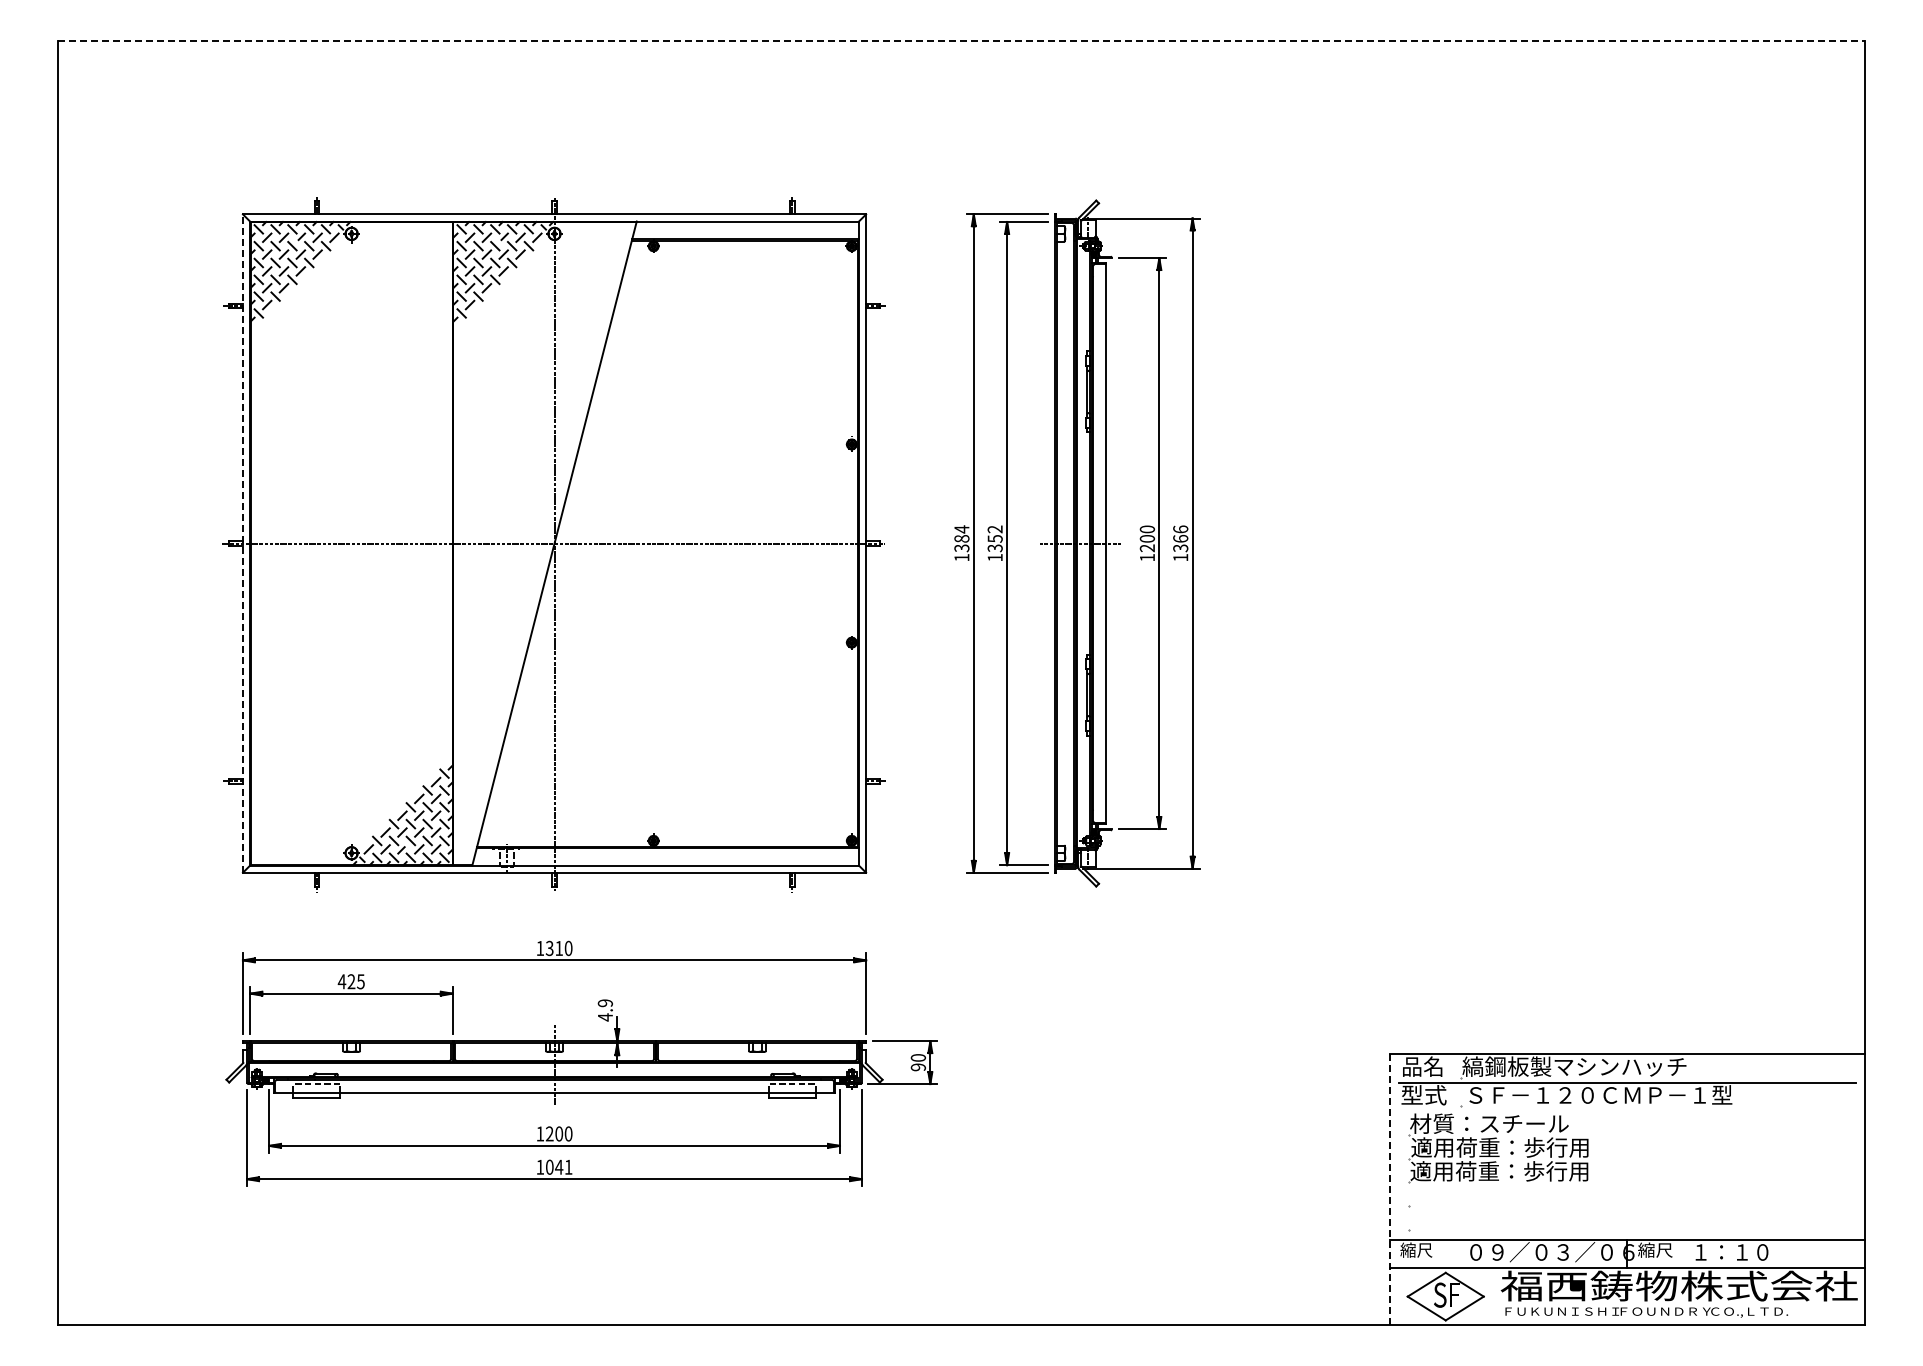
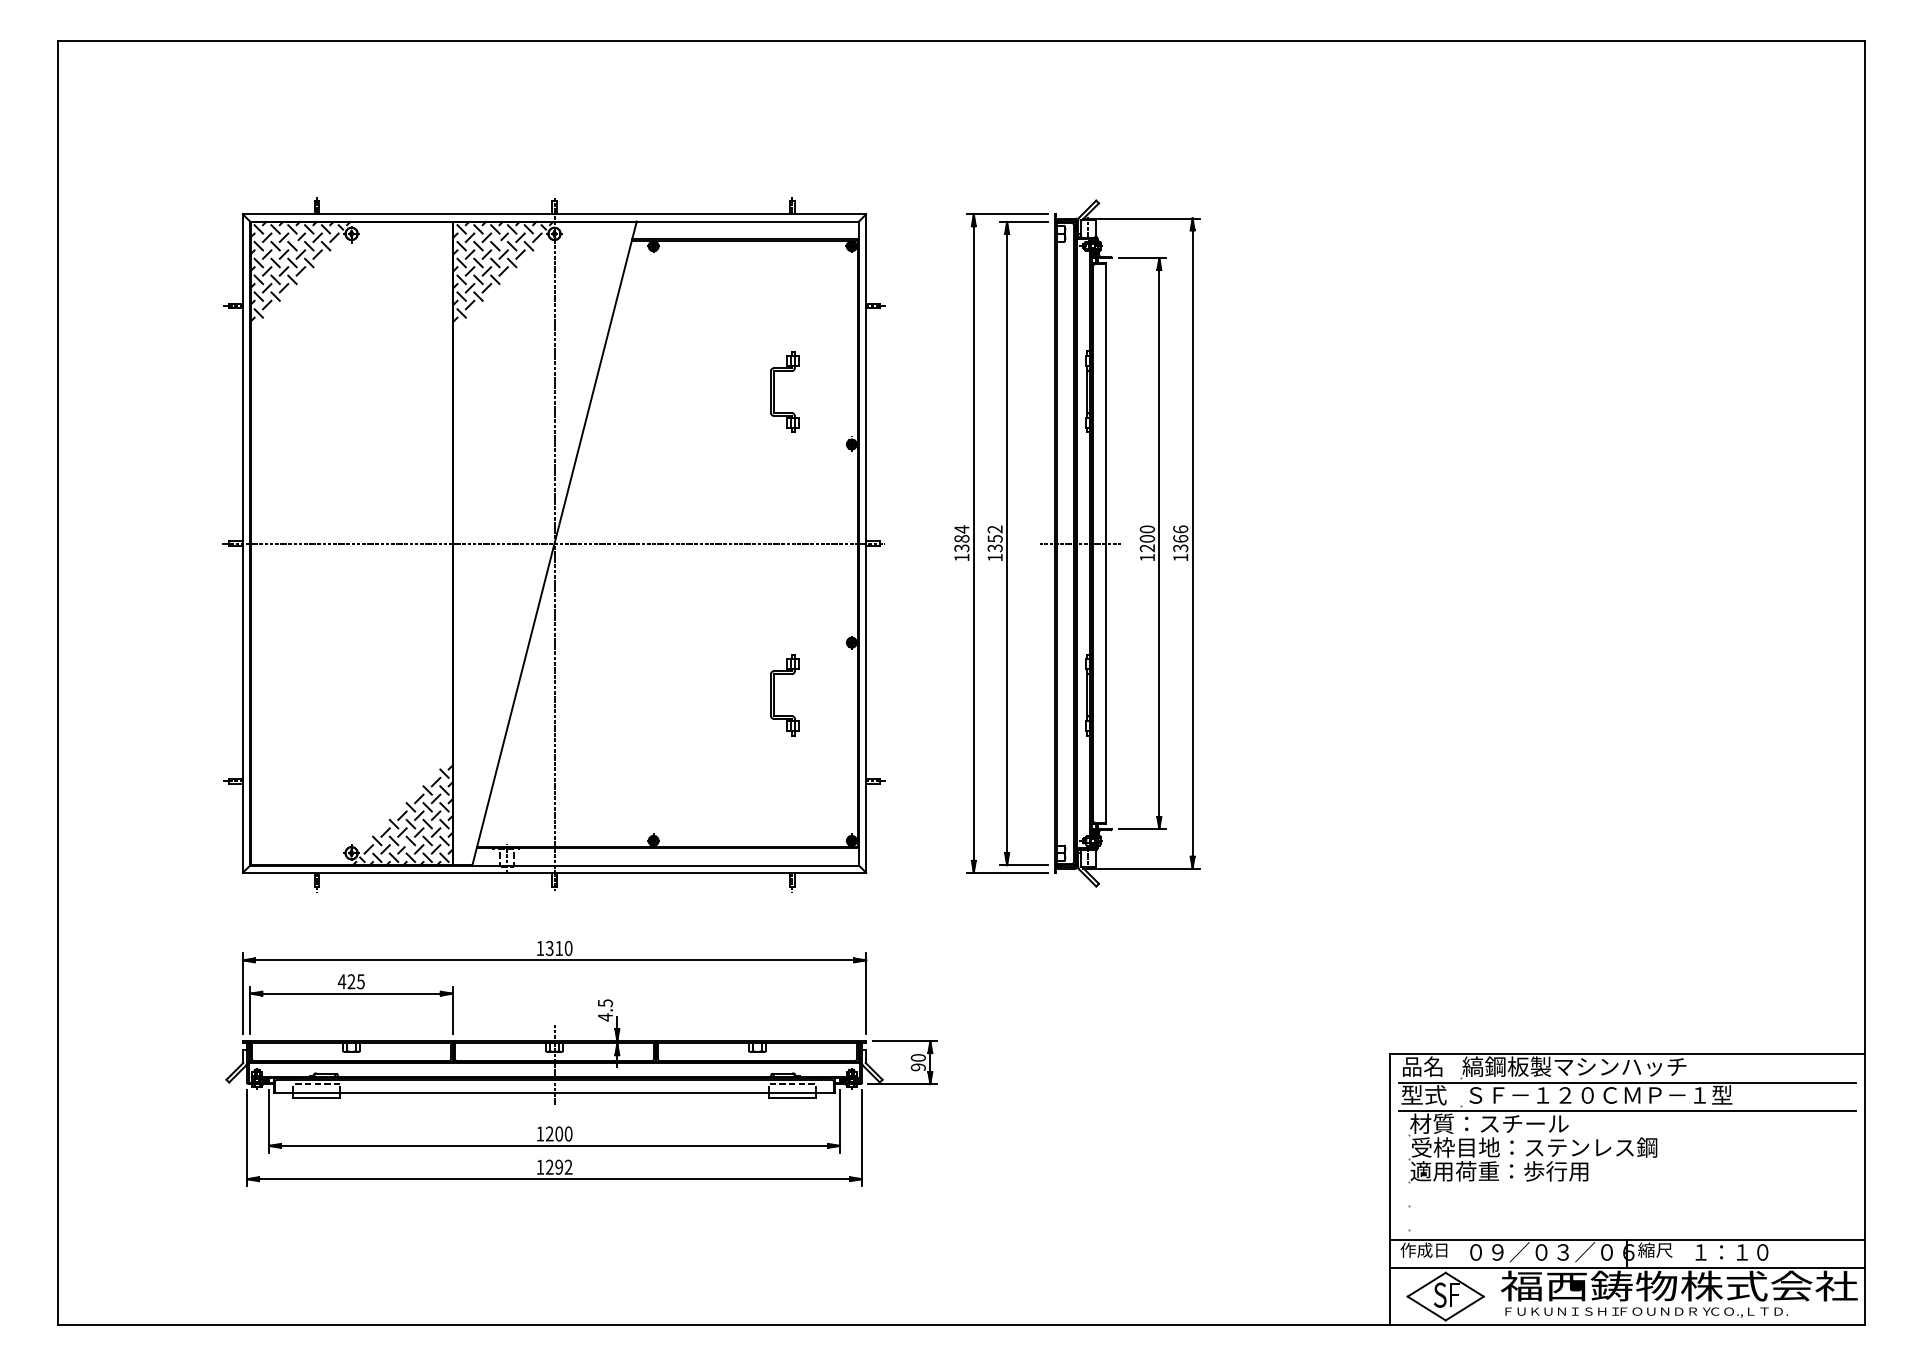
line at (961, 40): dashed -> solid
part at (774, 391): none -> present
line at (242, 543): dashed -> solid
part at (774, 695): none -> present
text at (604, 1003): 4.9 -> 4.5
line at (1627, 1111): none -> present
text at (1534, 1147): 適用荷重：歩行用 -> 受枠目地：ステンレス鋼
text at (558, 1166): 1041 -> 1292
line at (1389, 1189): dashed -> solid
text at (1423, 1249): 縮尺 -> 作成日
